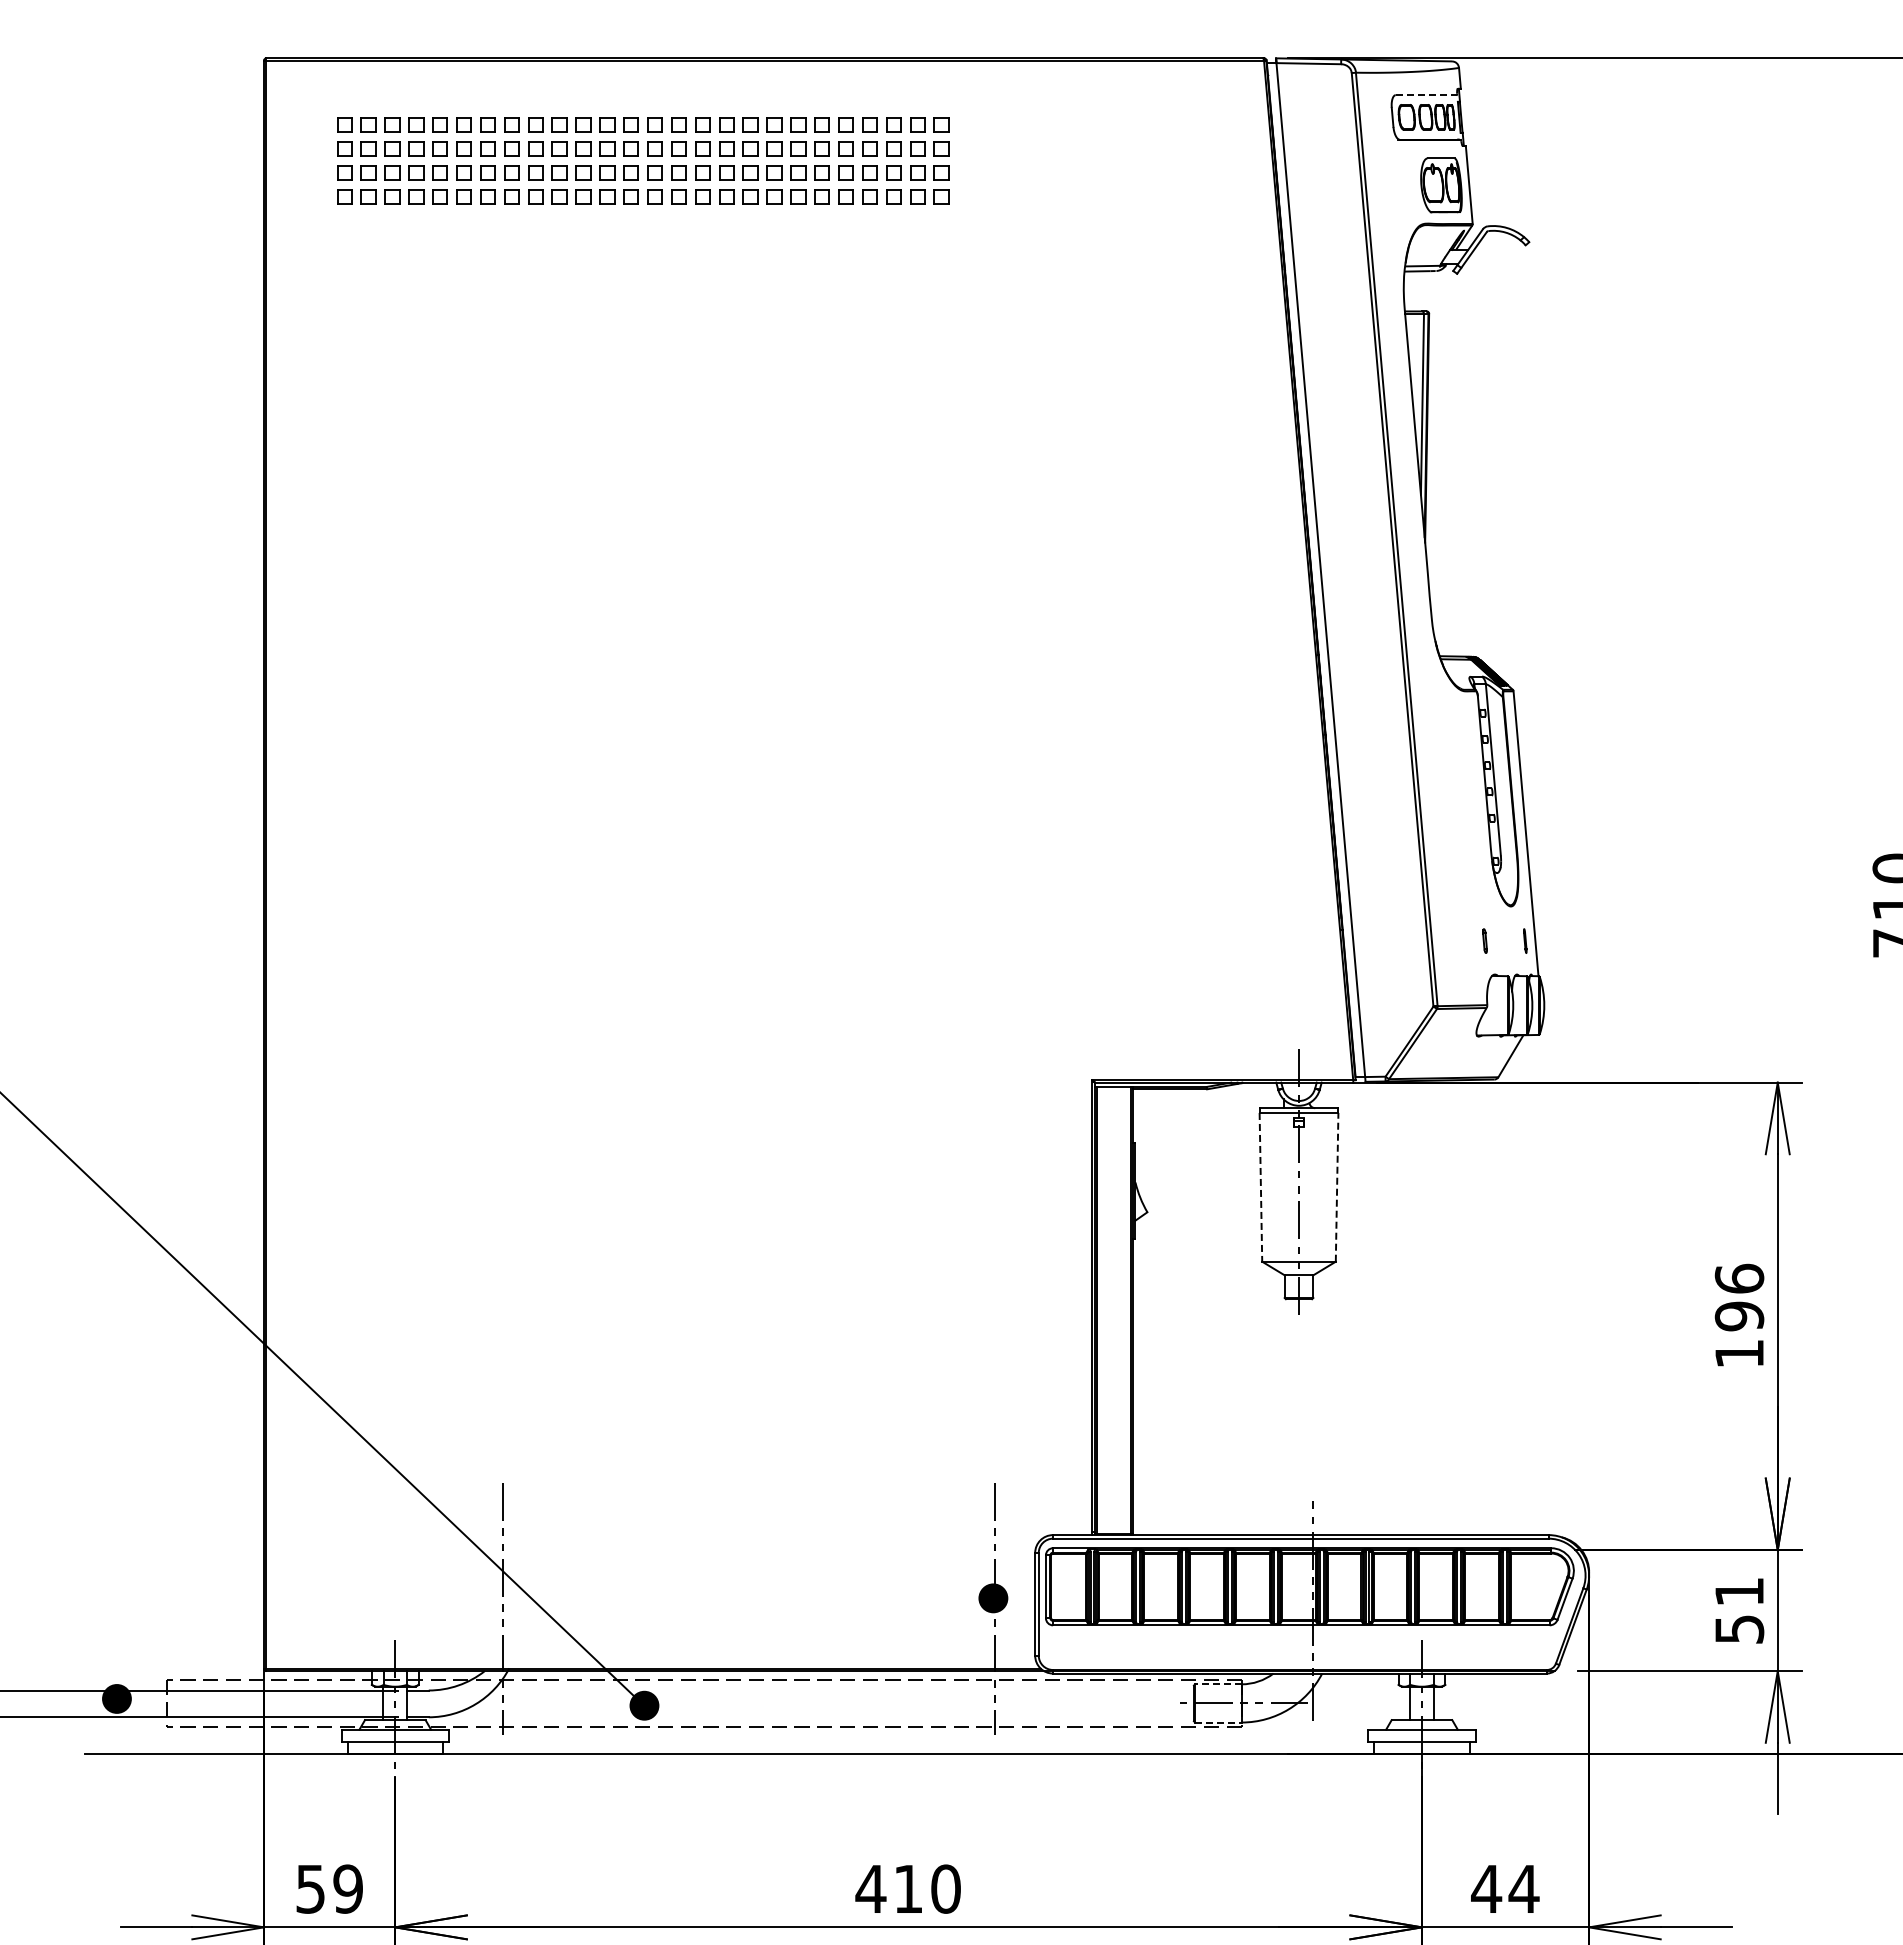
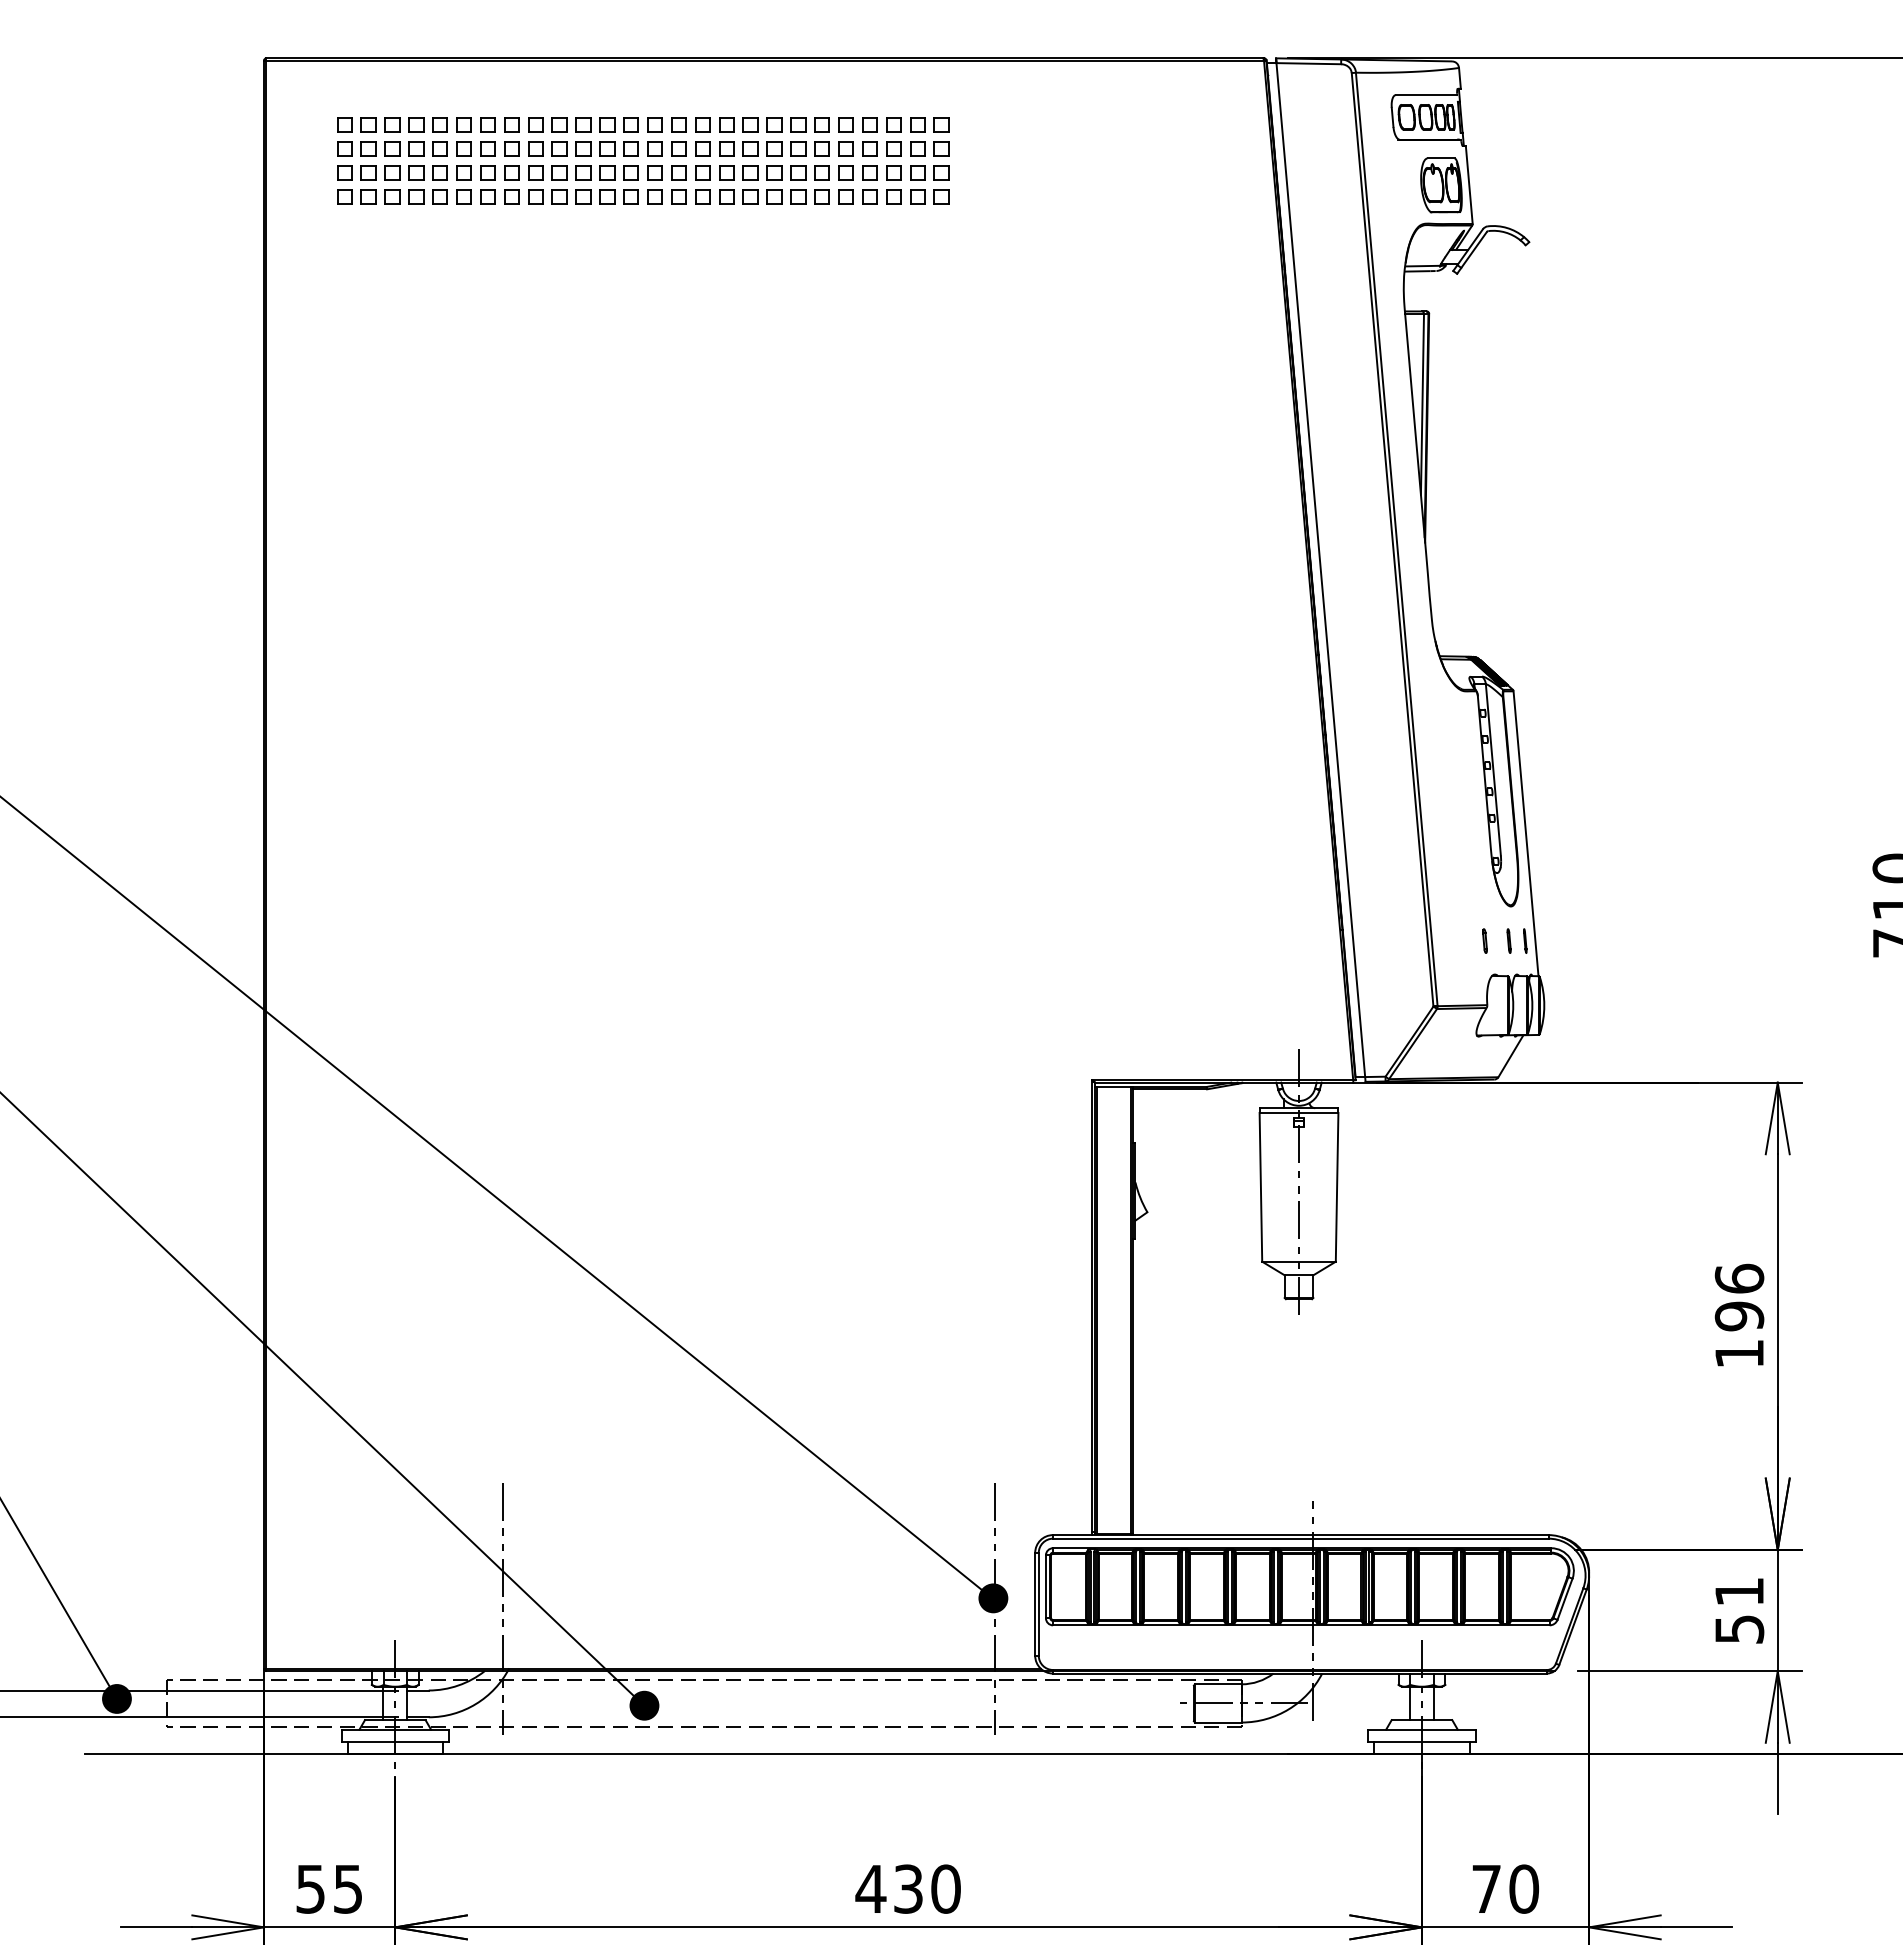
line at (1426, 95): dashed -> solid
line at (1508, 940): none -> present
line at (1337, 1186): dashed -> solid
line at (1260, 1187): dashed -> solid
line at (498, 1199): none -> present
line at (59, 1600): none -> present
line at (1217, 1684): dashed -> solid
line at (1218, 1722): dashed -> solid
text at (347, 1888): 59 -> 55
text at (908, 1888): 410 -> 430
text at (1505, 1888): 44 -> 70
